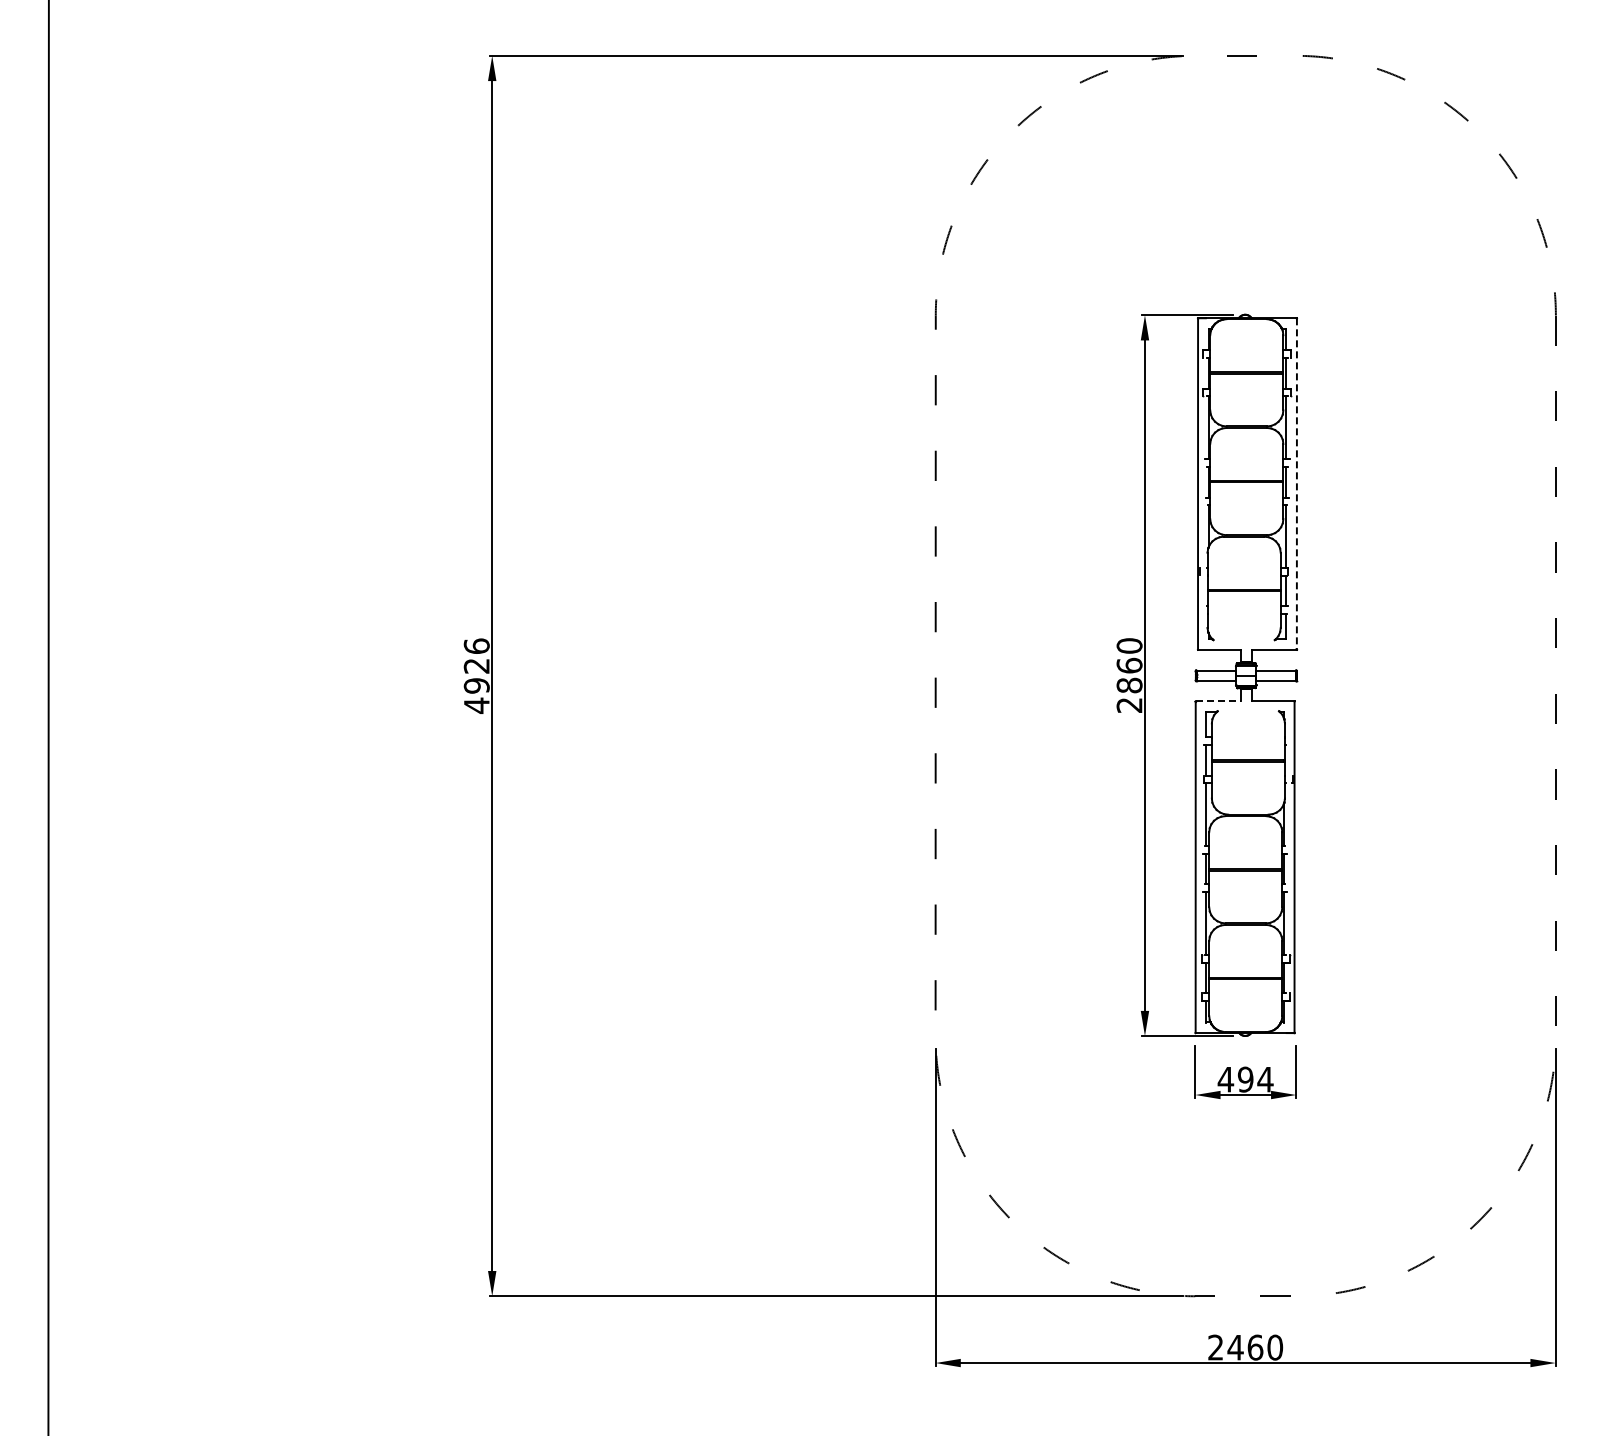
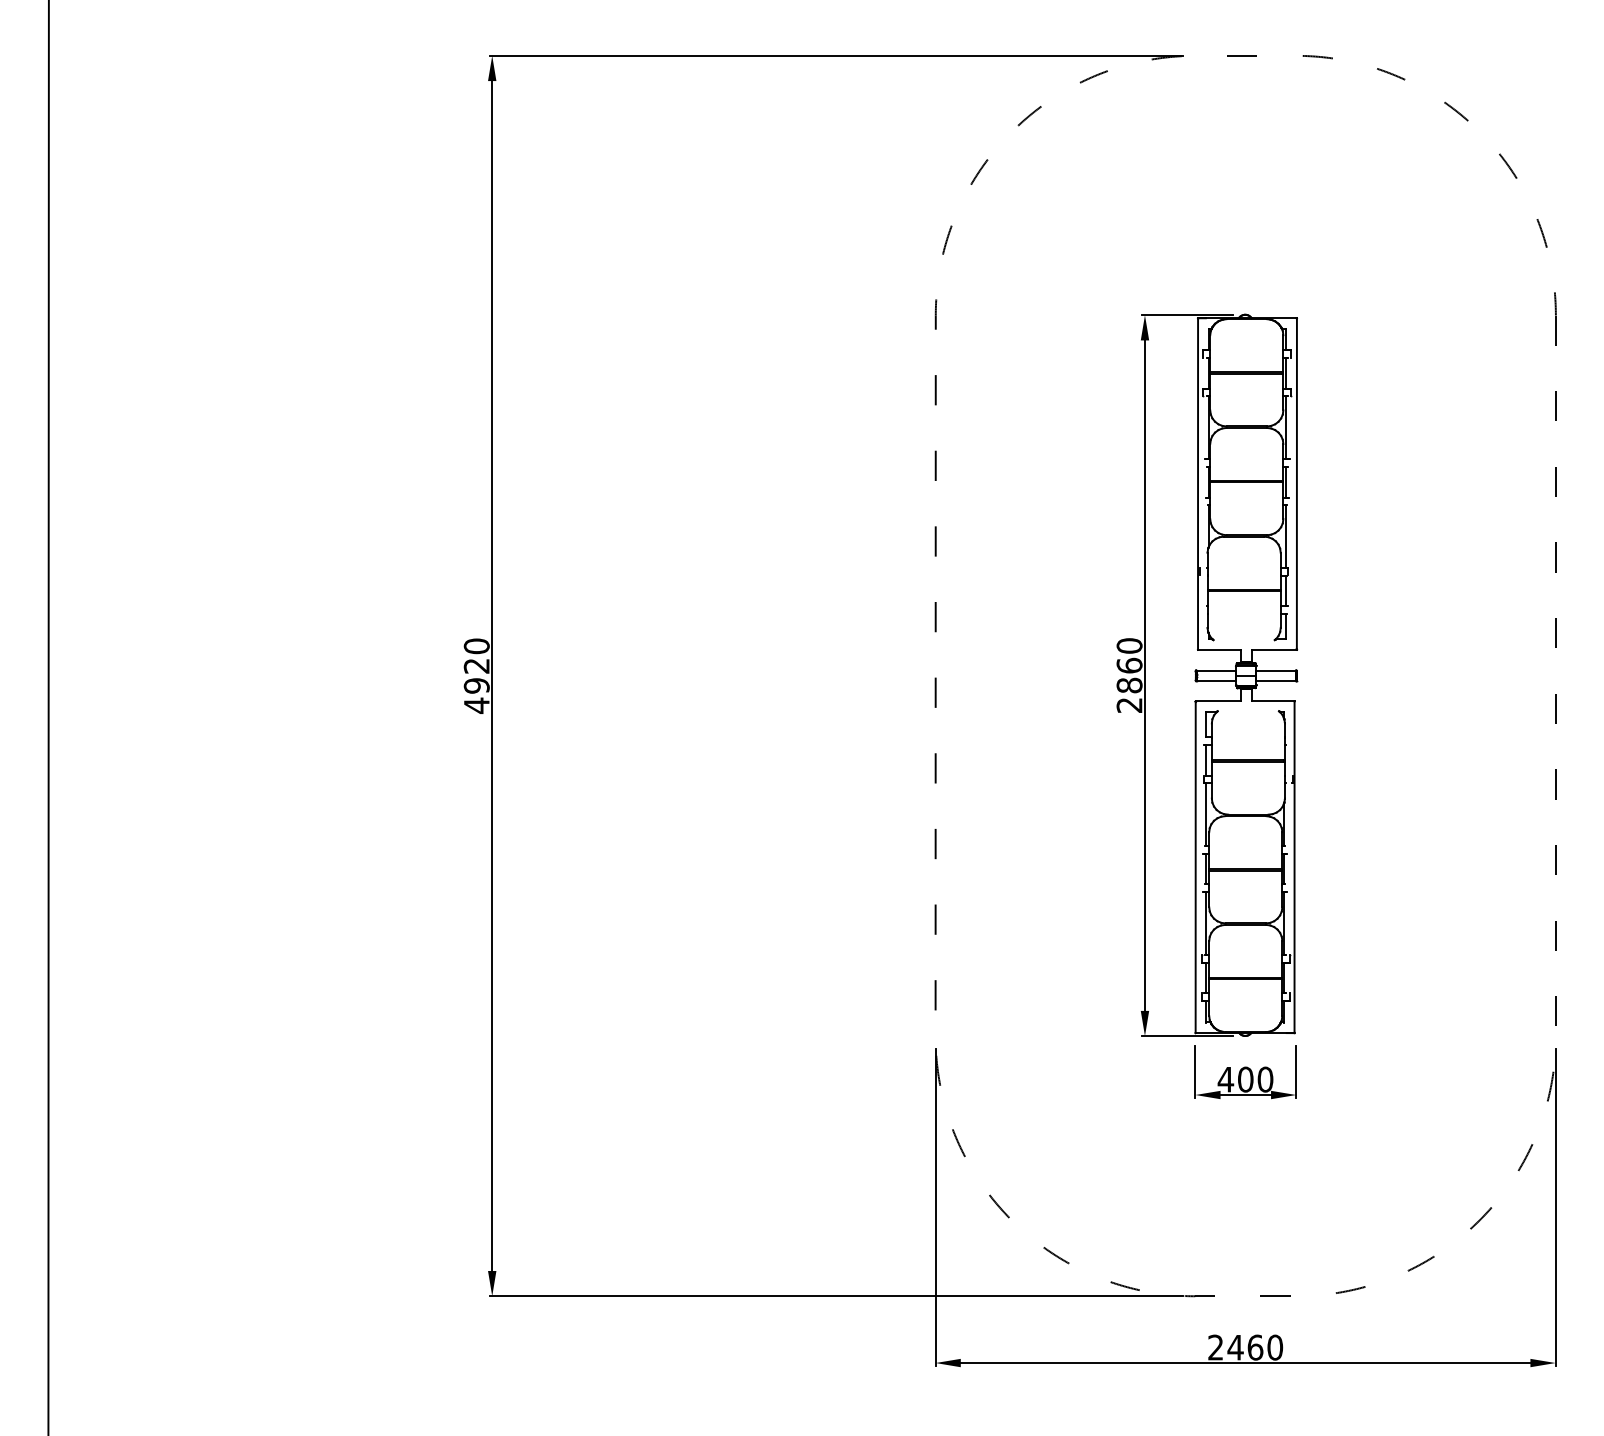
line at (1296, 483): dashed -> solid
text at (476, 646): 4926 -> 4920
line at (1218, 701): dashed -> solid
text at (1255, 1079): 494 -> 400
